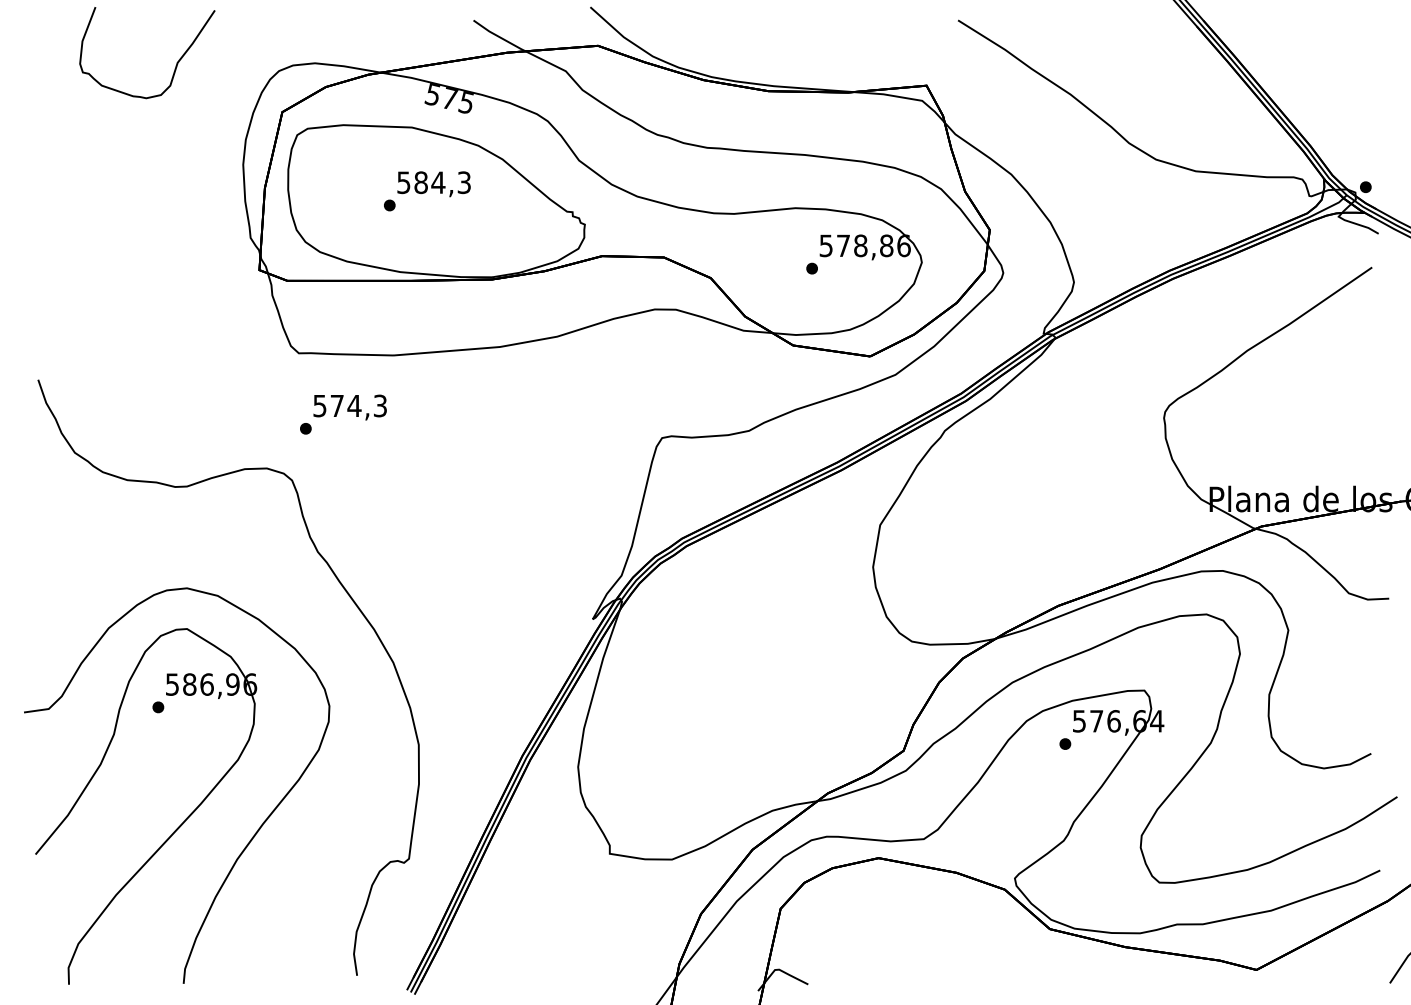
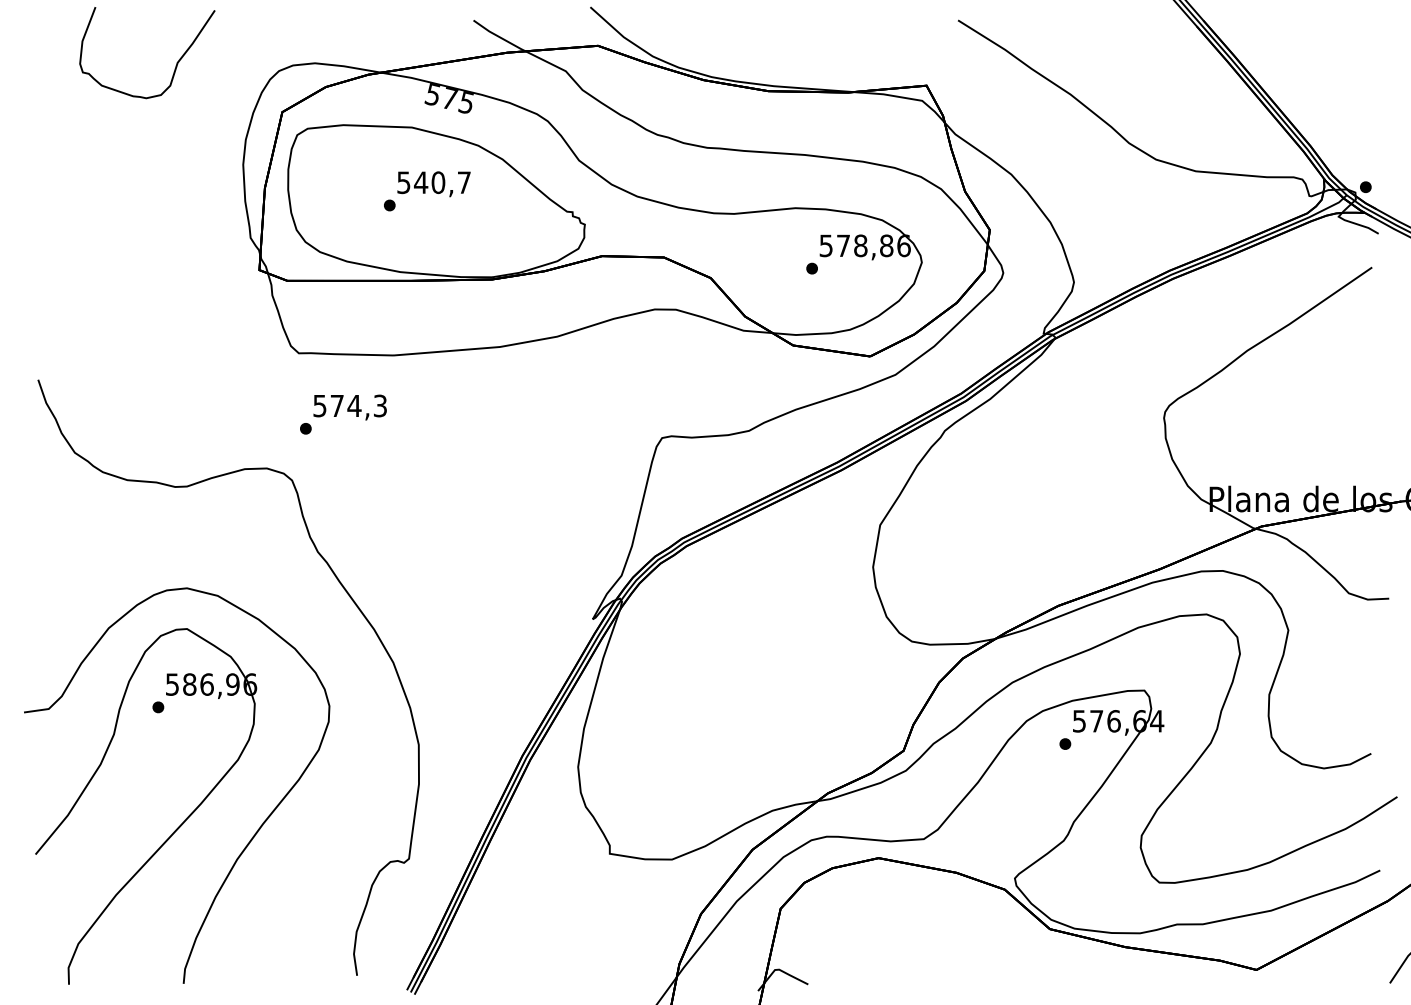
text at (442, 182): 584,3 -> 540,7
